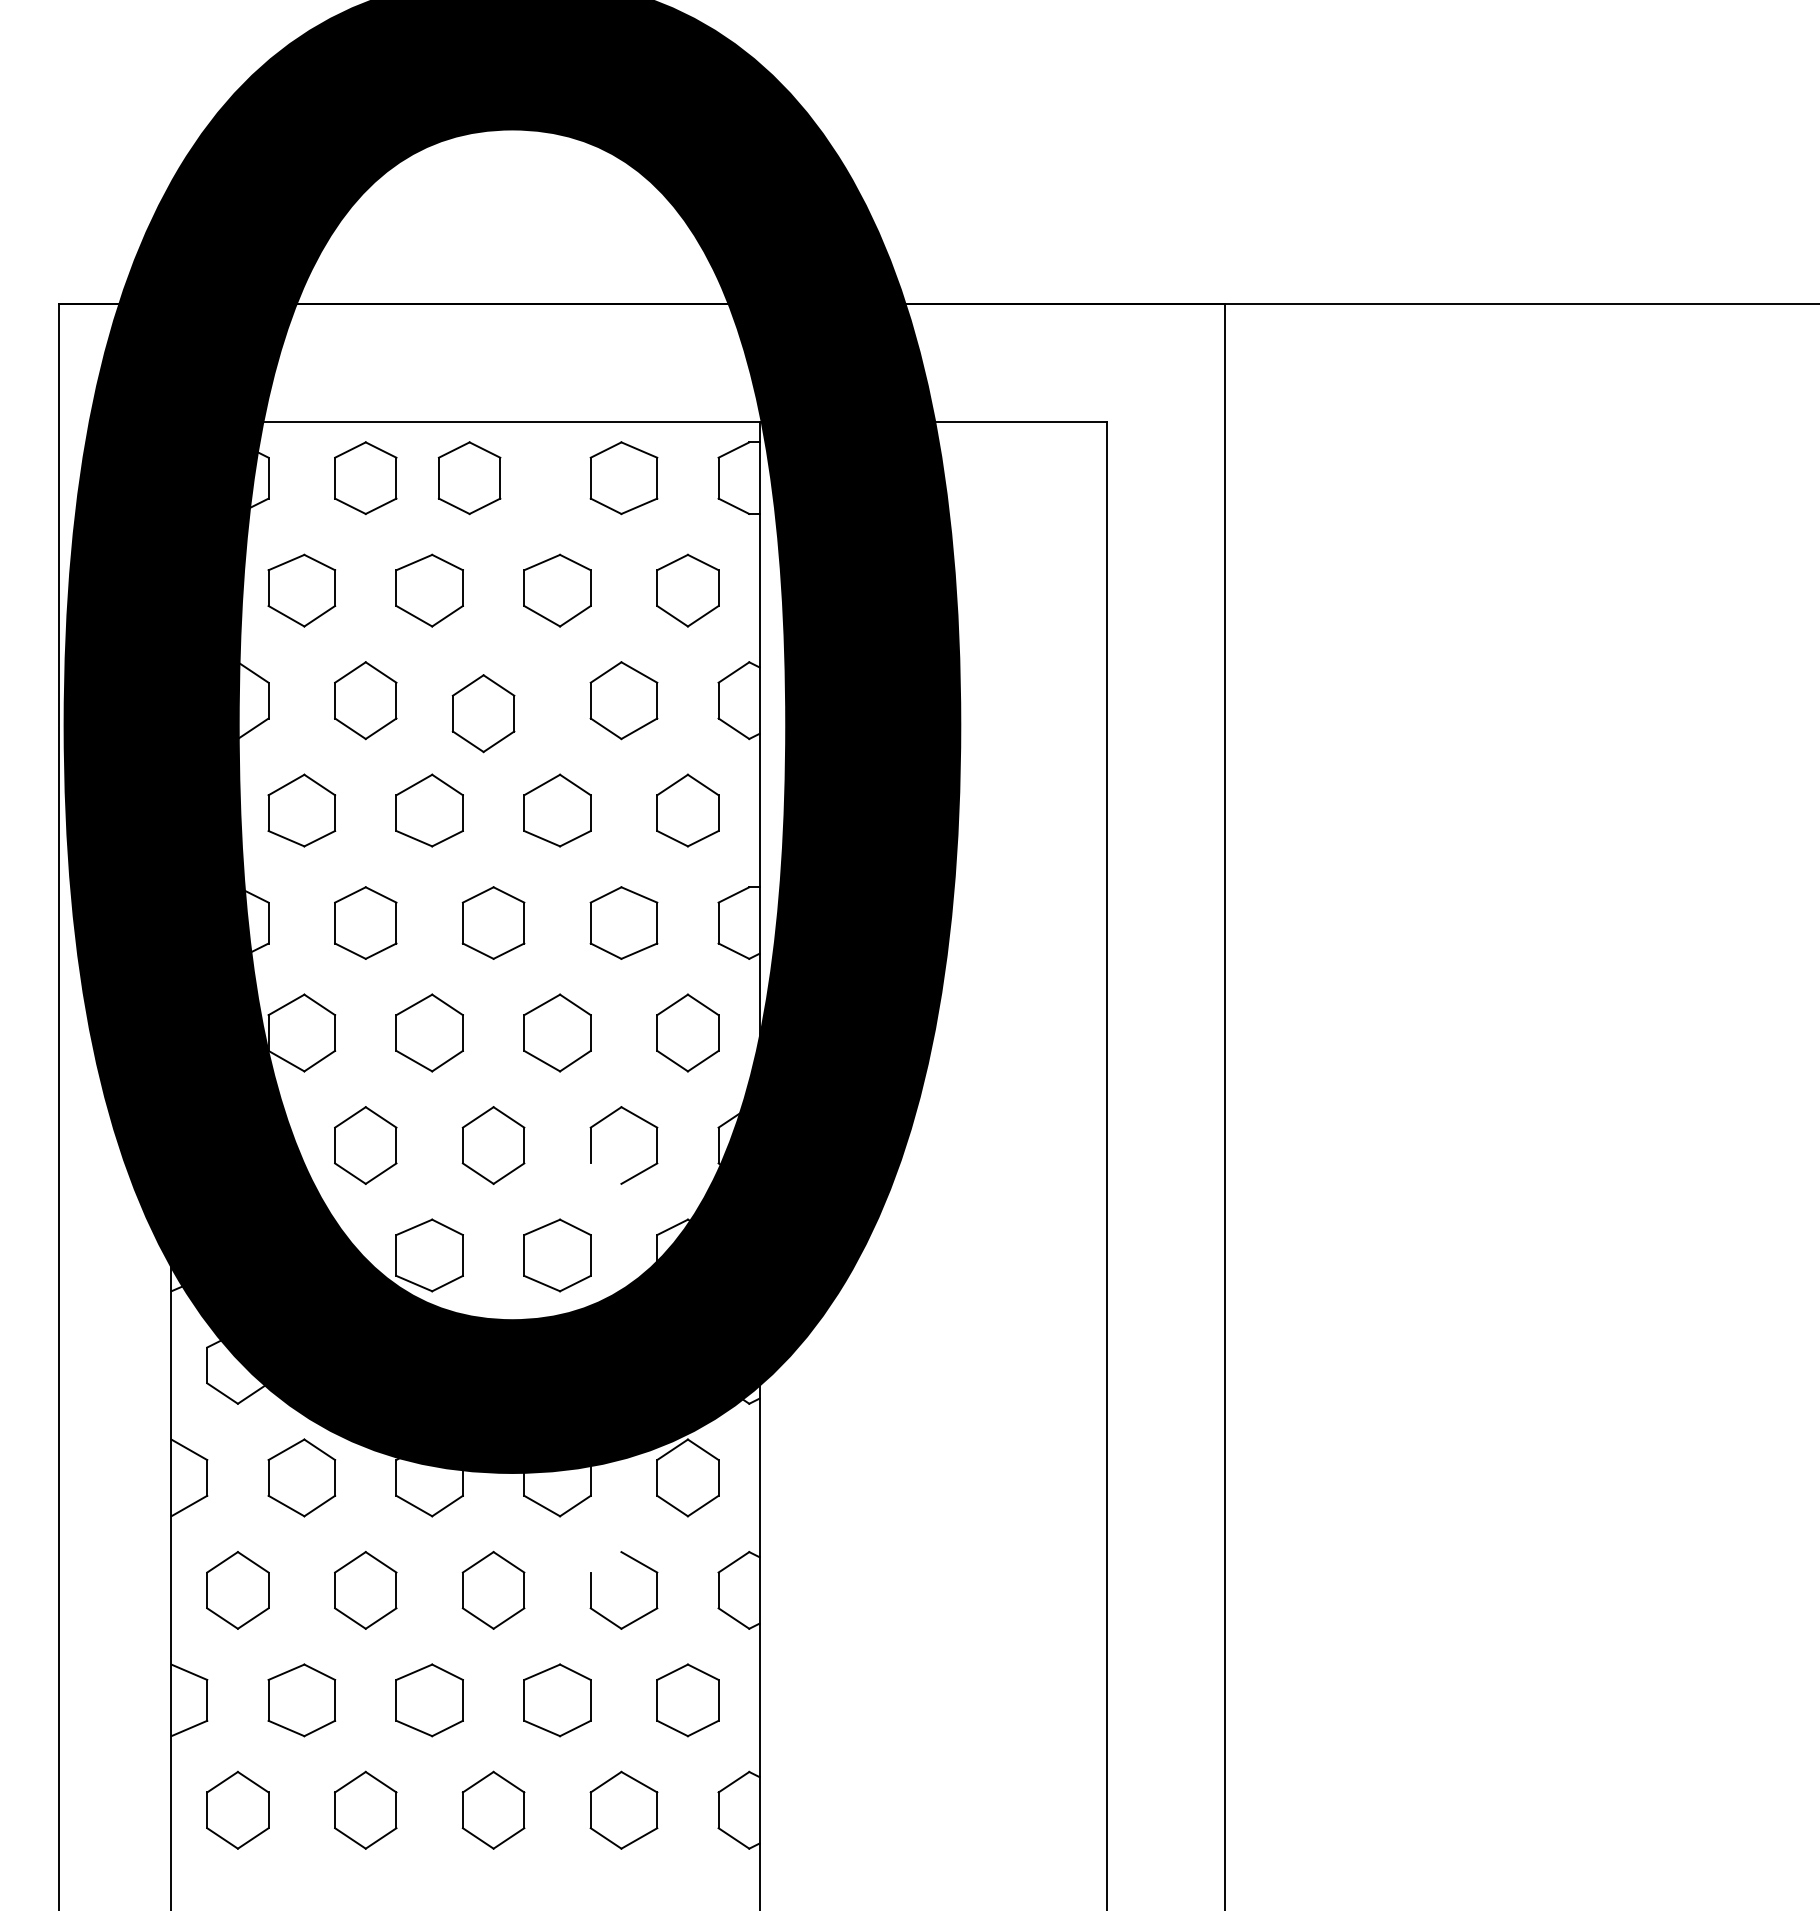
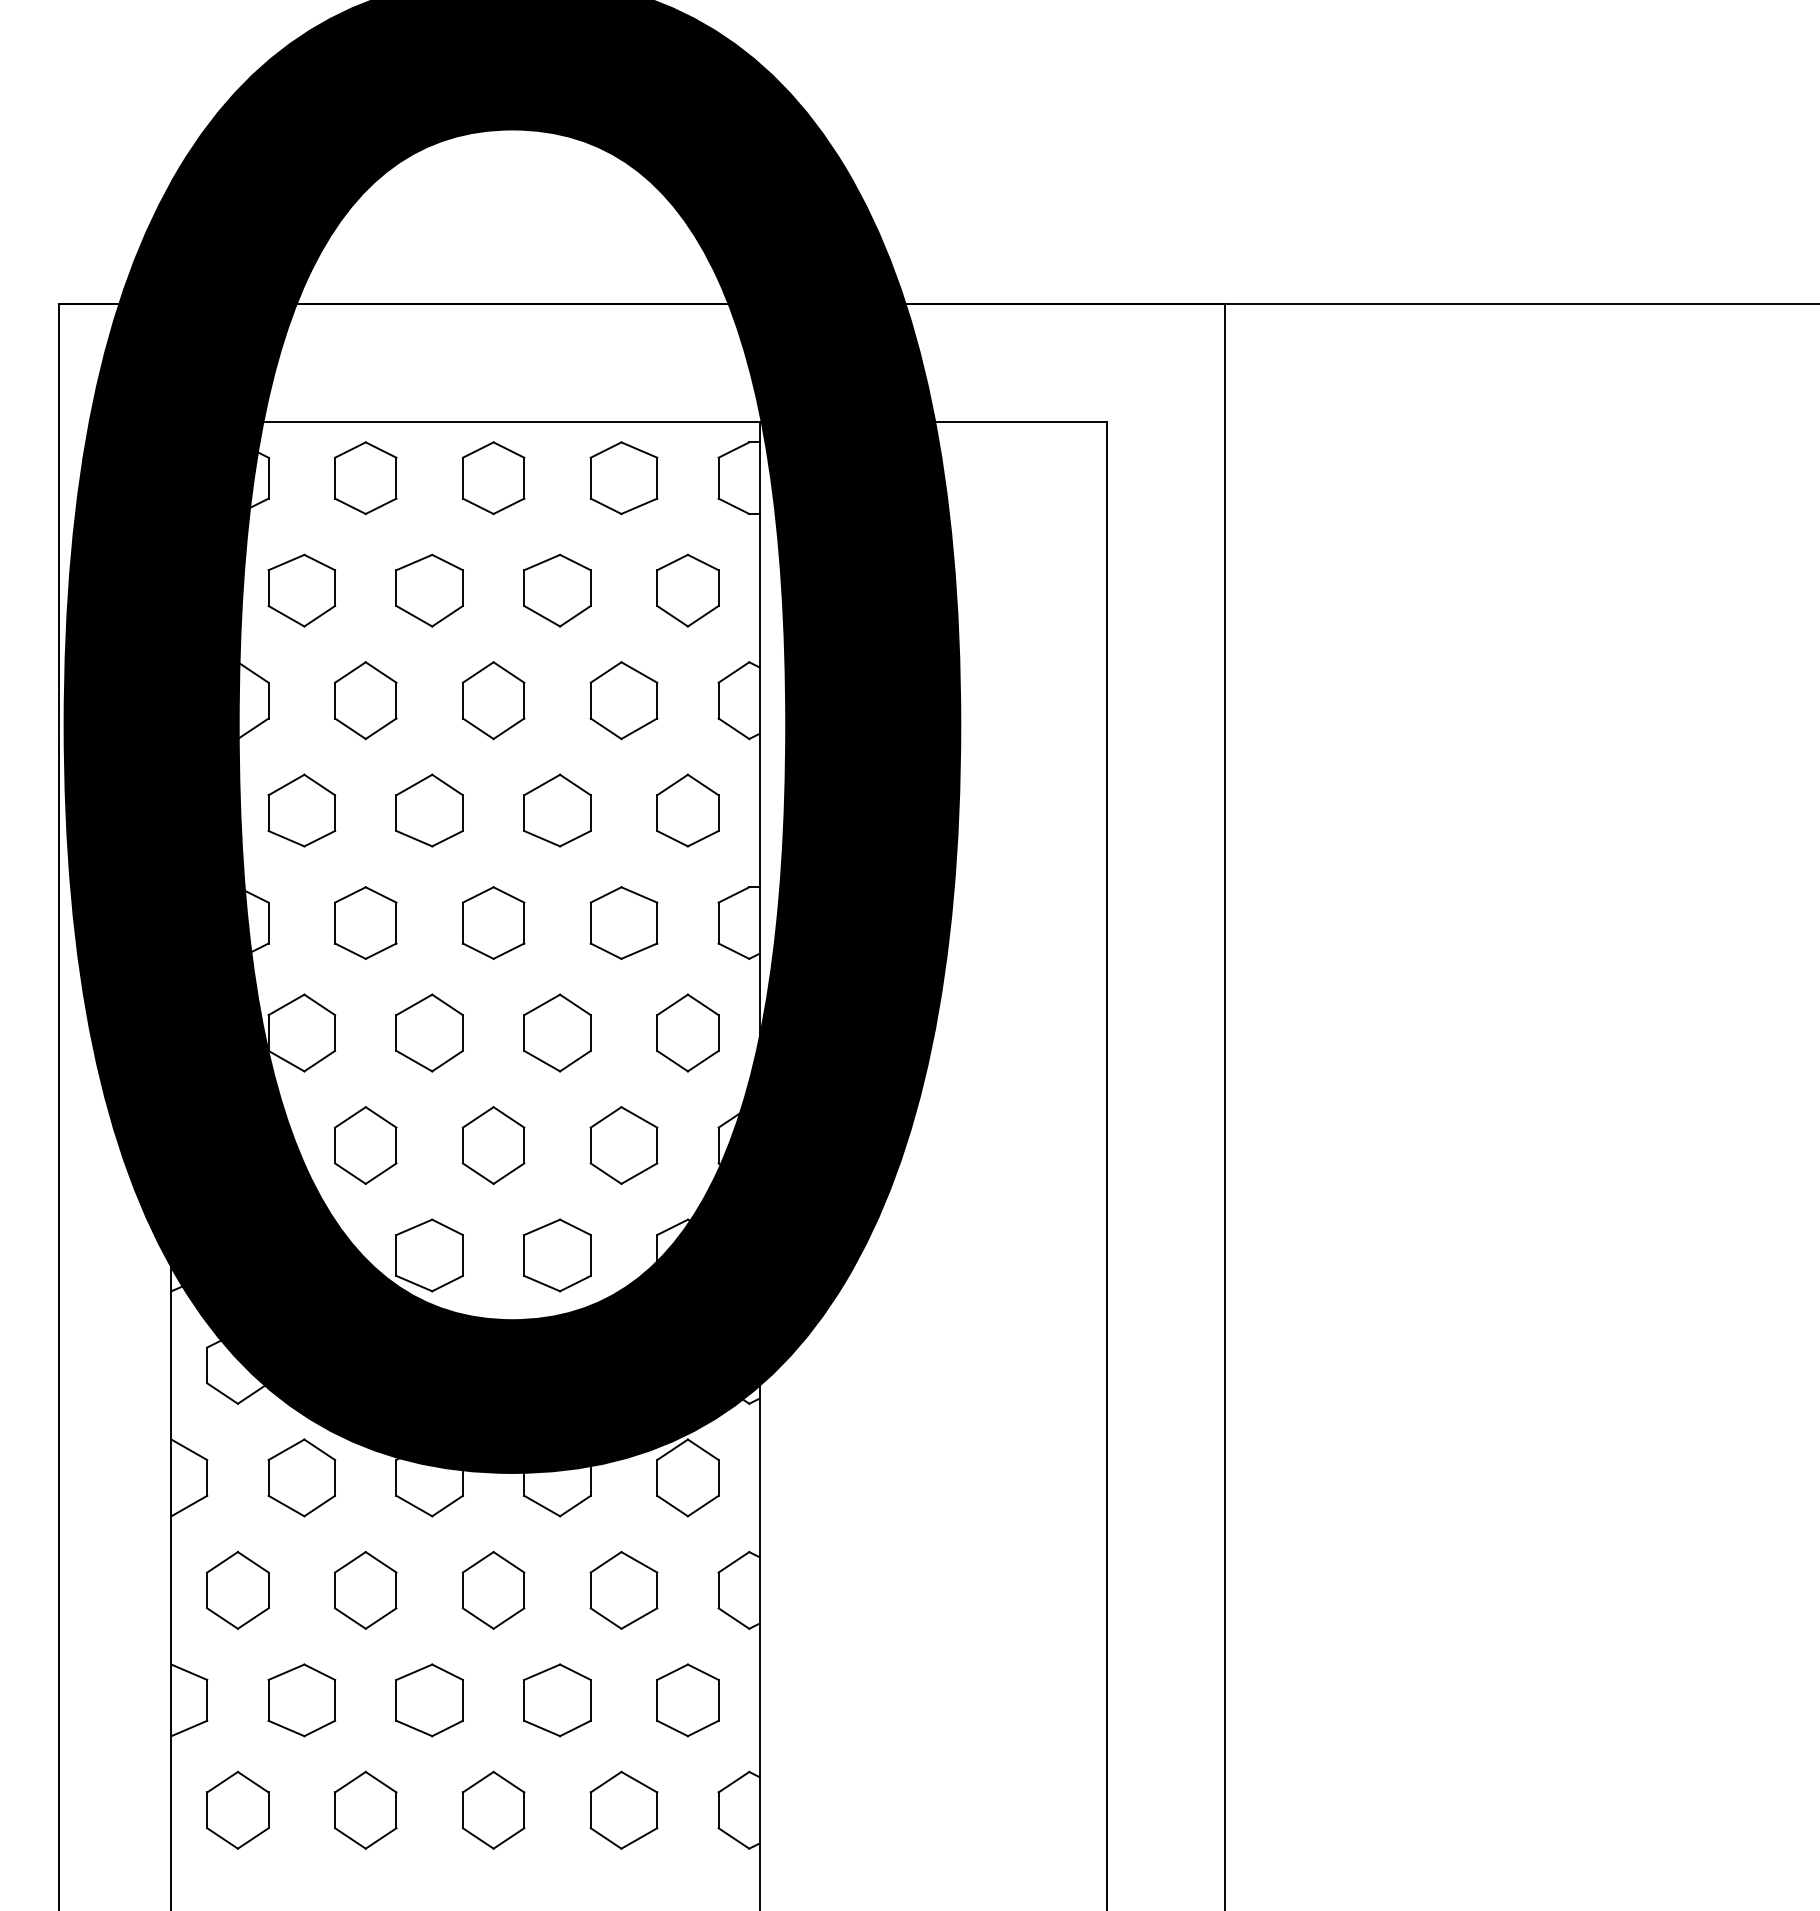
part at (469, 478) position: (469, 478) -> (493, 478)
part at (483, 713) position: (483, 713) -> (493, 700)
line at (605, 1173): none -> present
line at (605, 1562): none -> present
